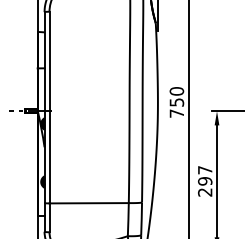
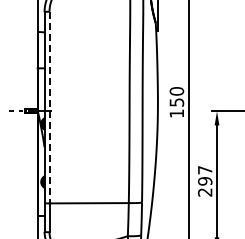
line at (49, 107): solid -> dashed
text at (176, 113): 750 -> 150
